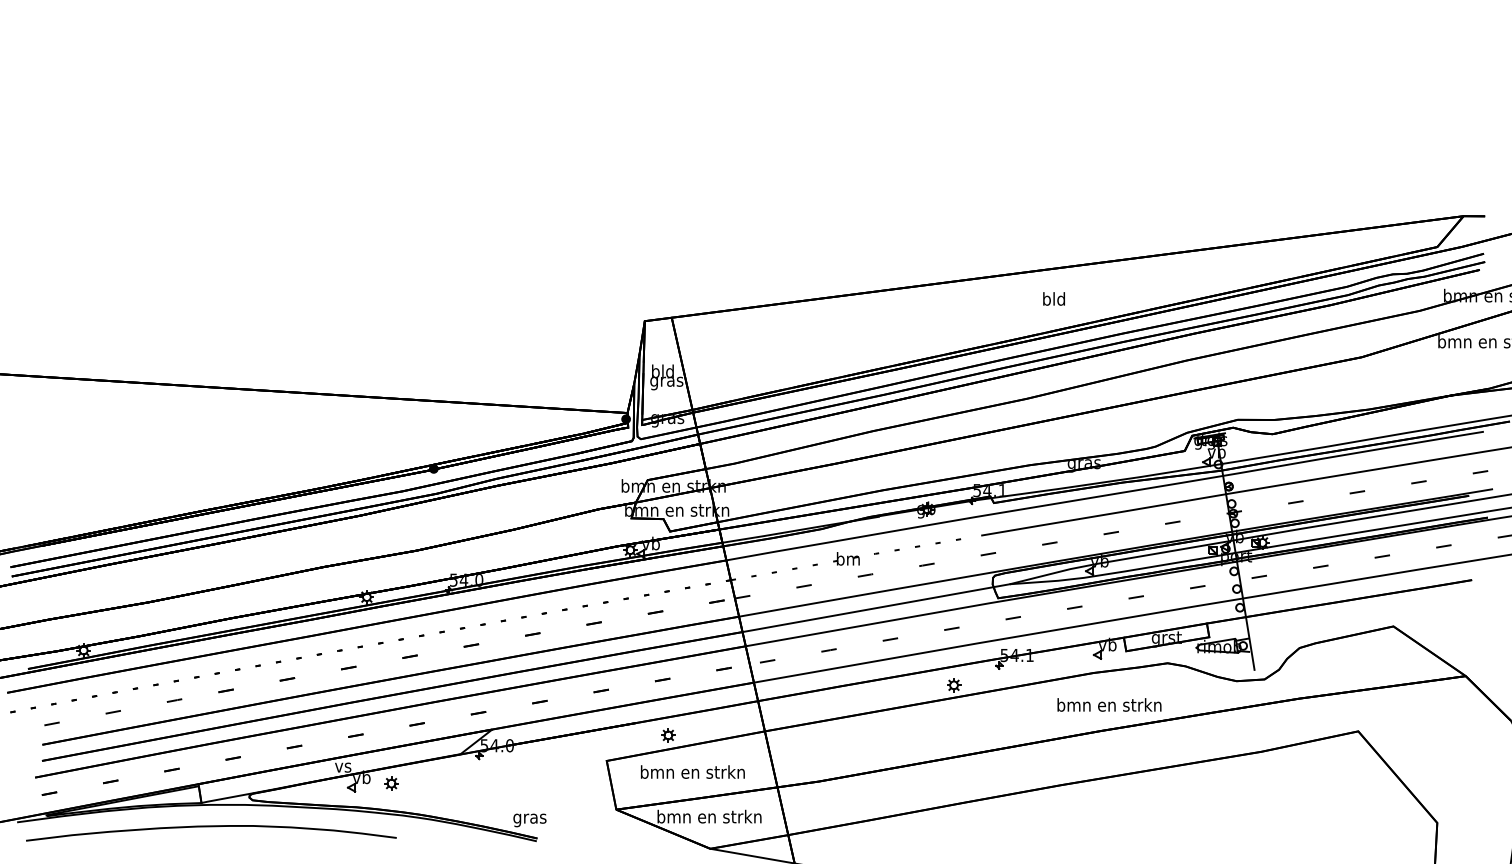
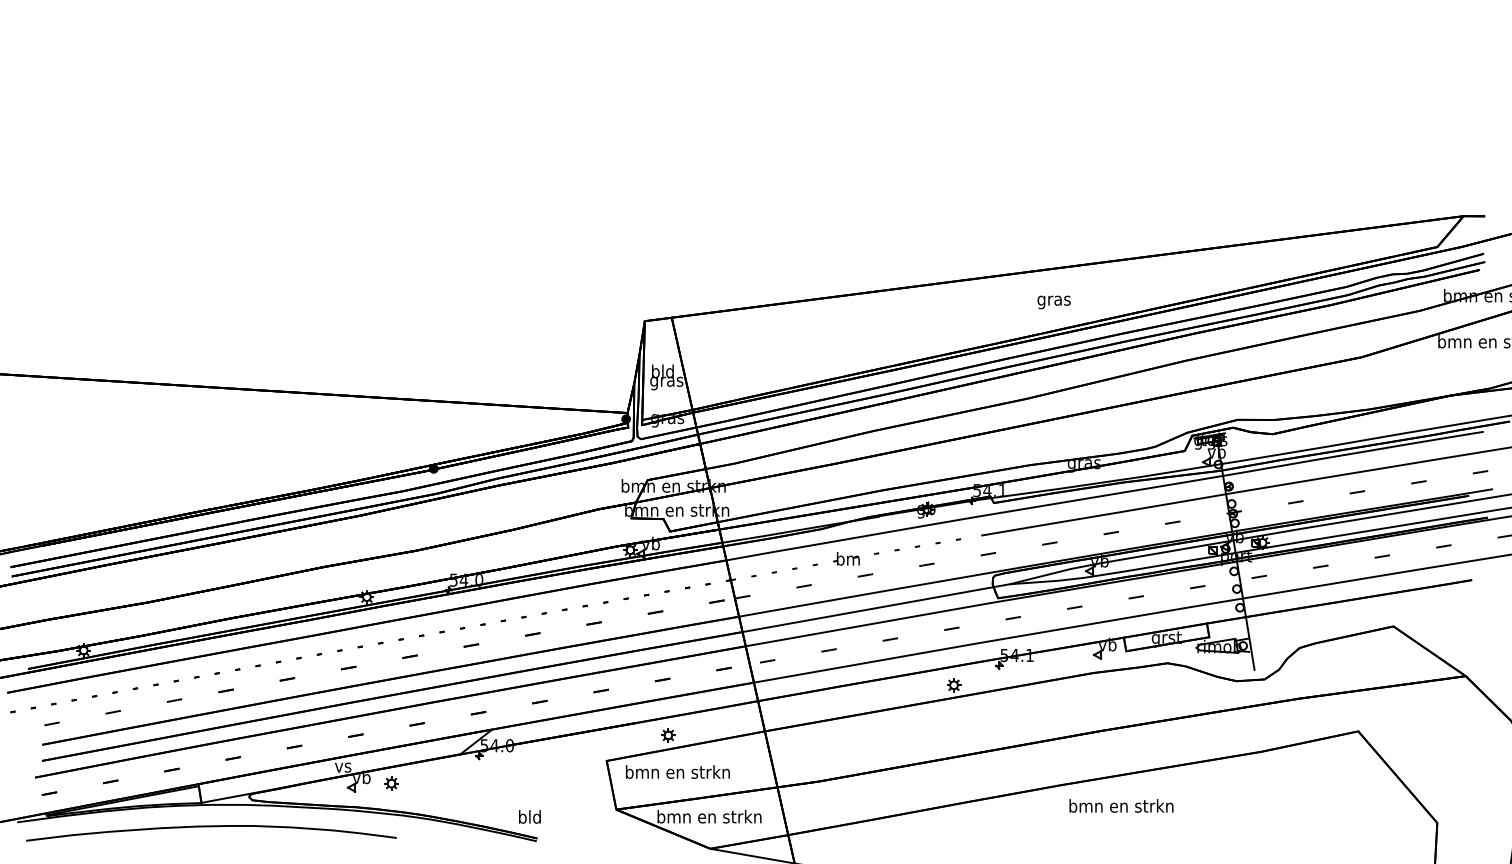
text at (1053, 300): bld -> gras
text at (1109, 704) position: (1109, 704) -> (1121, 805)
text at (692, 771) position: (692, 771) -> (677, 771)
text at (529, 818): gras -> bld
